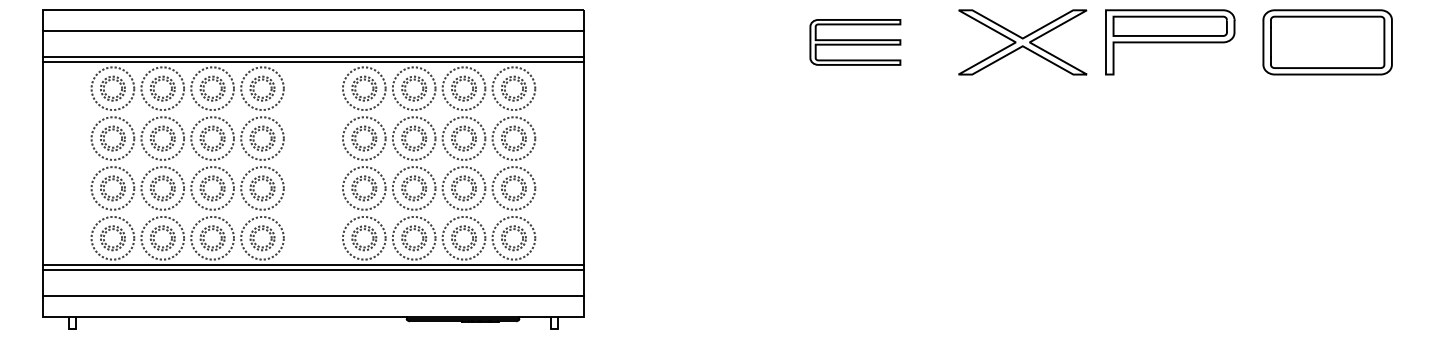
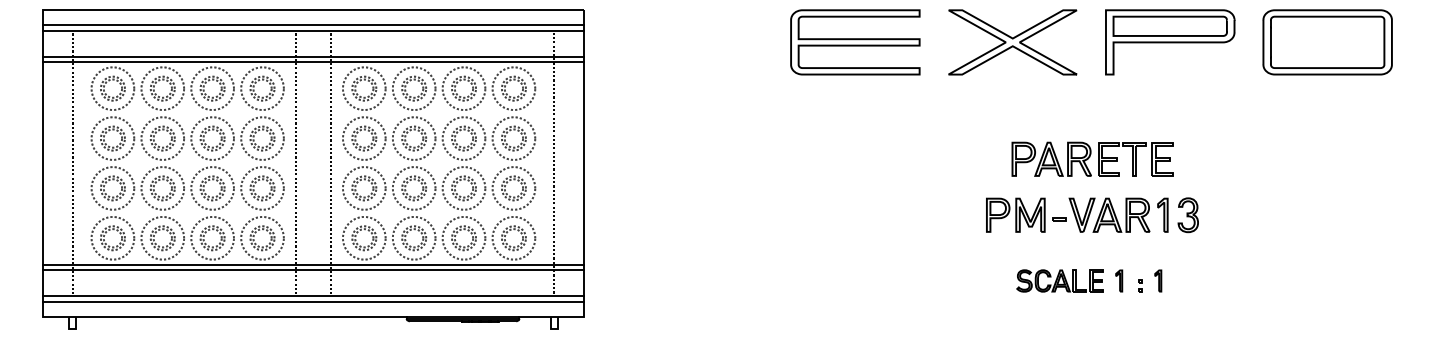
line at (313, 25): none -> present
part at (855, 42) size: 93x47 px -> 131x67 px
part at (1022, 42) position: (1022, 42) -> (1012, 42)
line at (73, 163): none -> present
line at (295, 163): none -> present
line at (330, 163): none -> present
line at (553, 163): none -> present
part at (1092, 197): none -> present
part at (1089, 280): none -> present
line at (313, 301): none -> present
